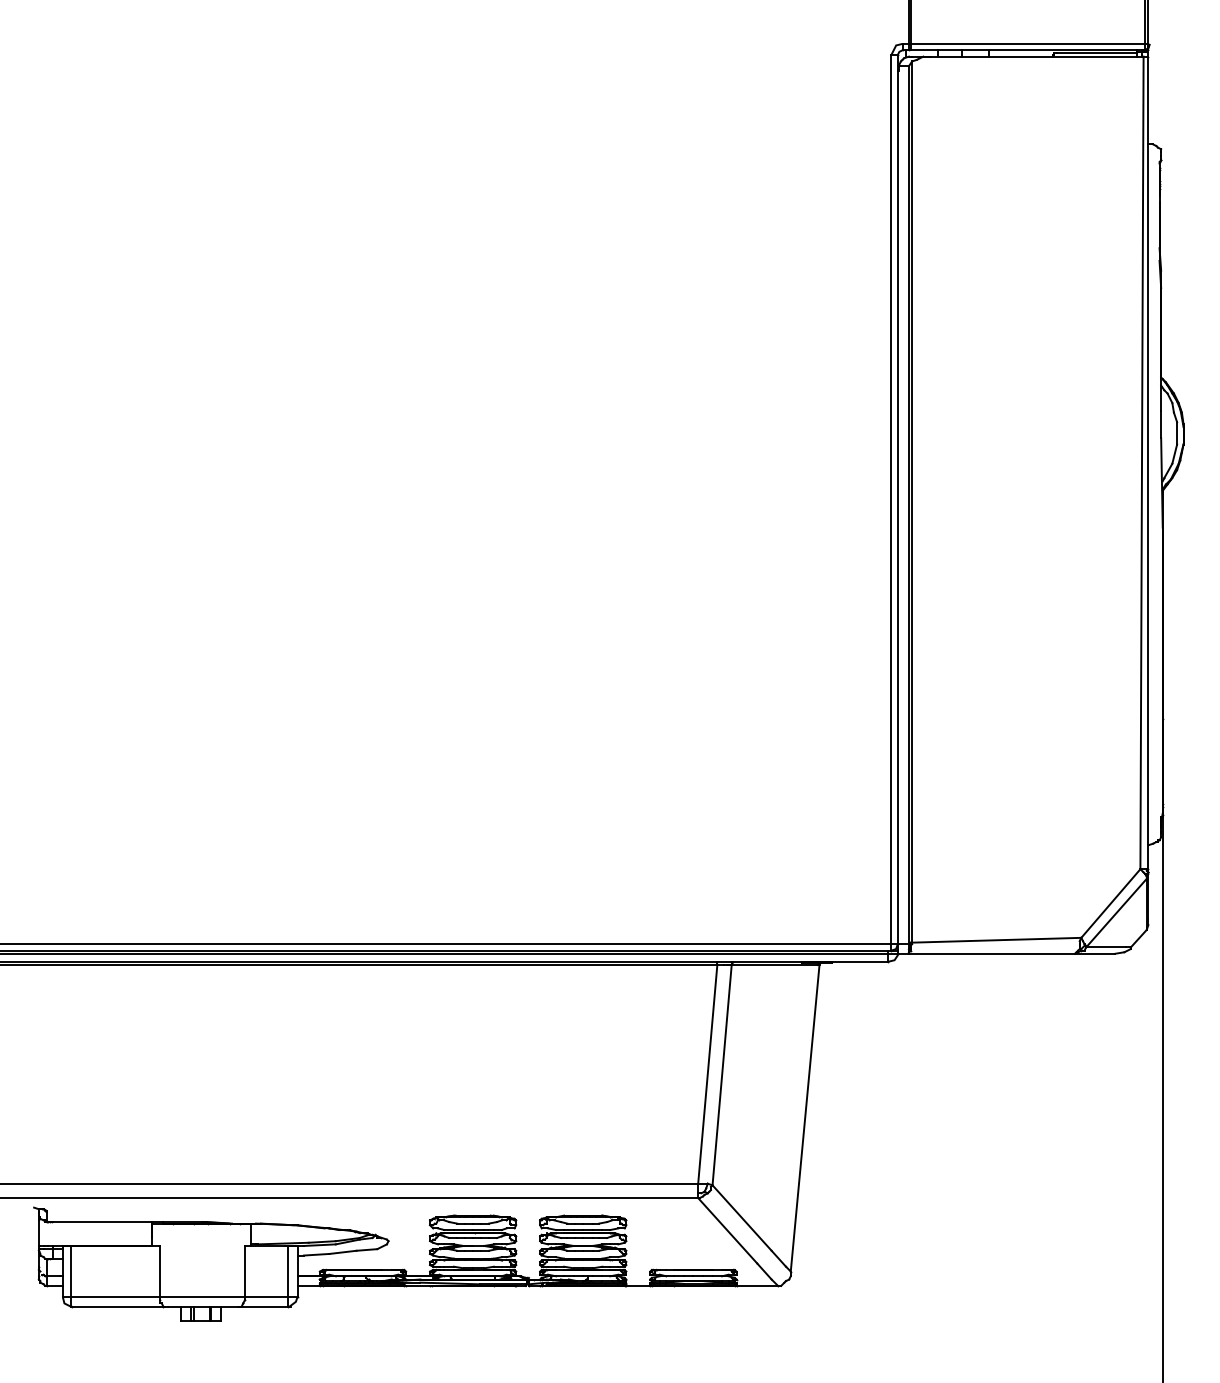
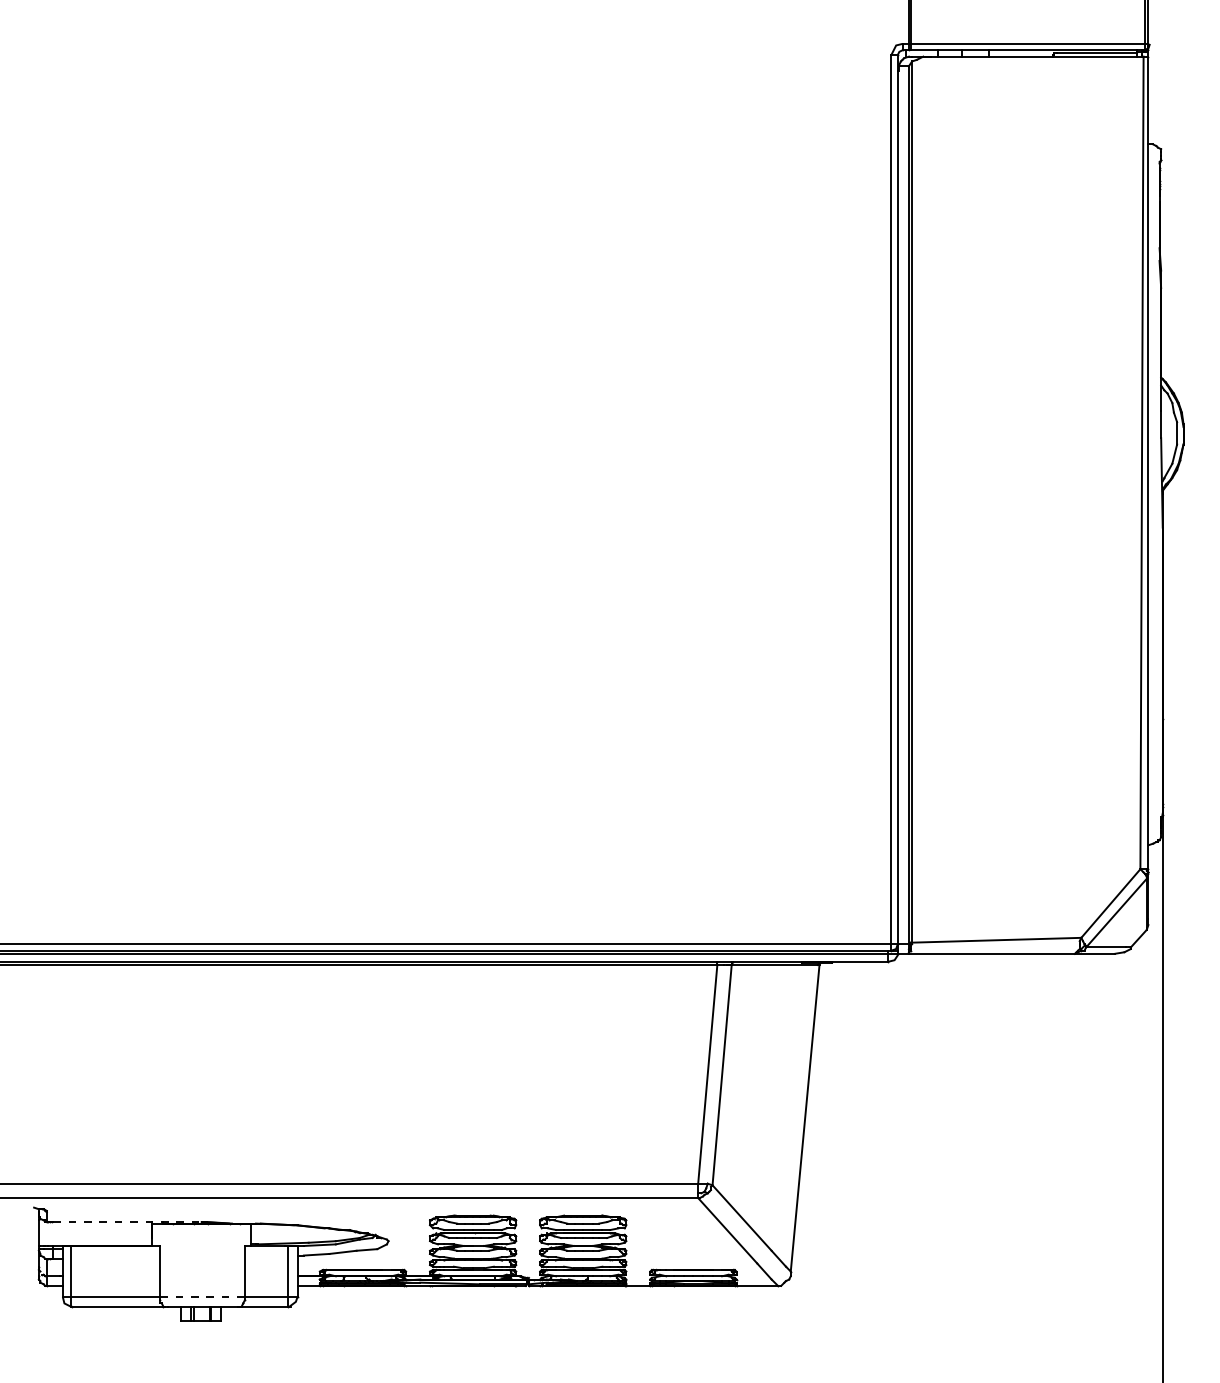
line at (127, 1222): solid -> dashed
line at (202, 1297): solid -> dashed
